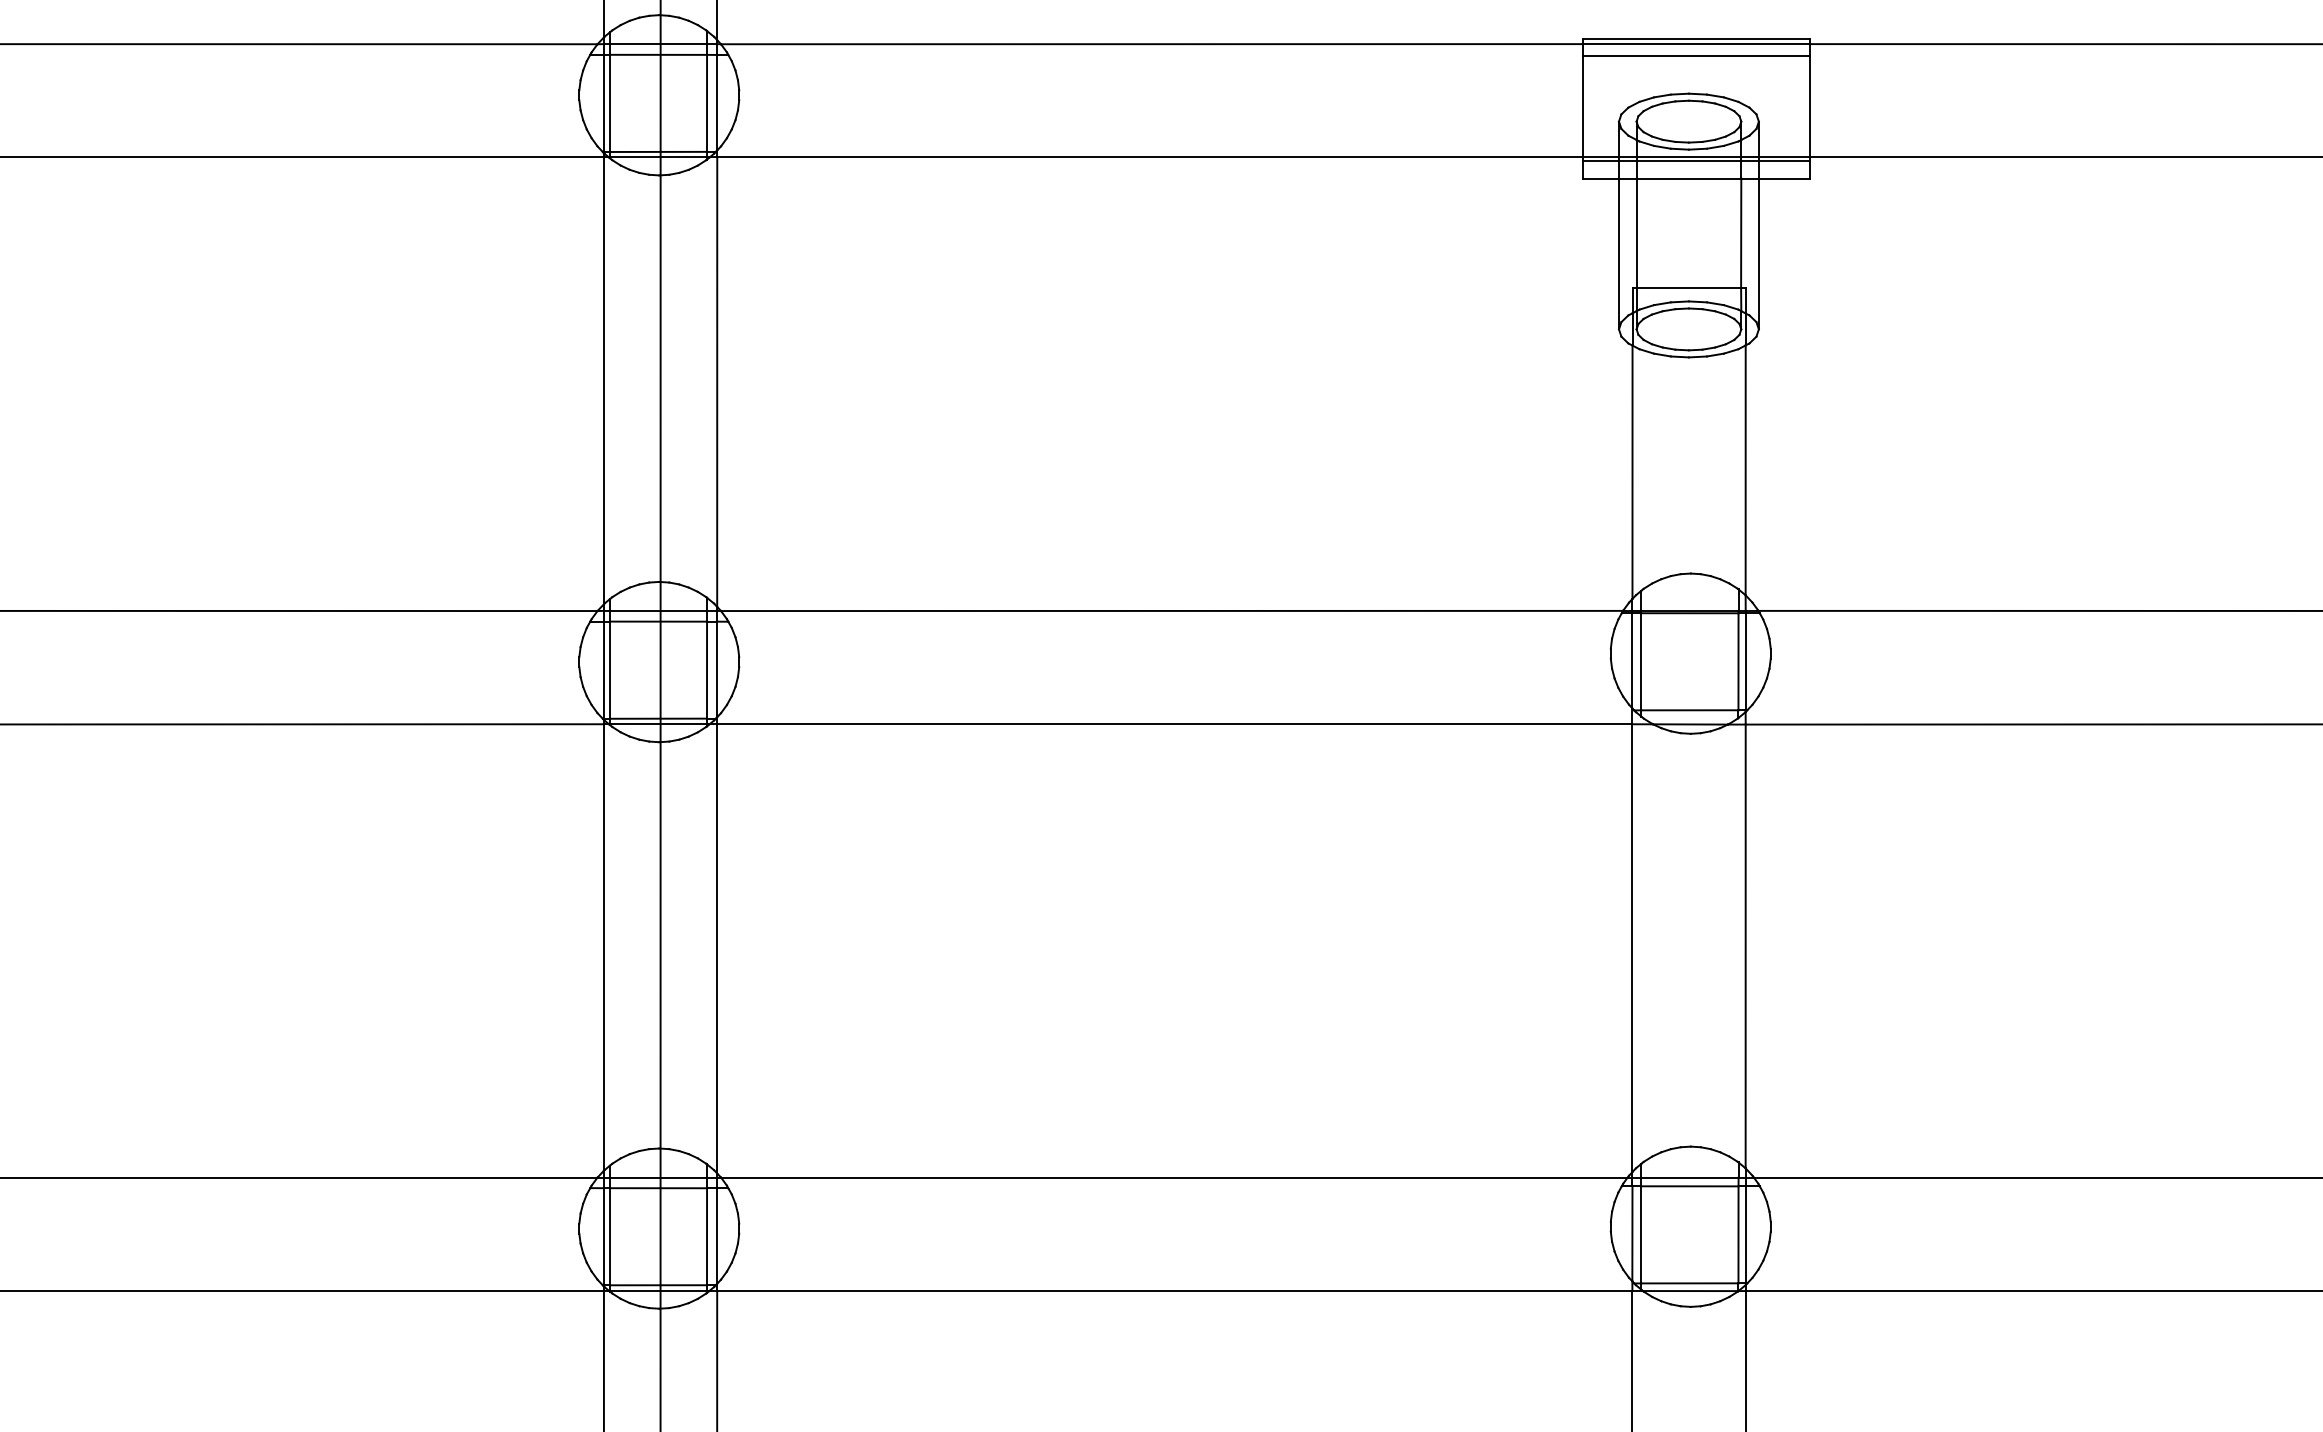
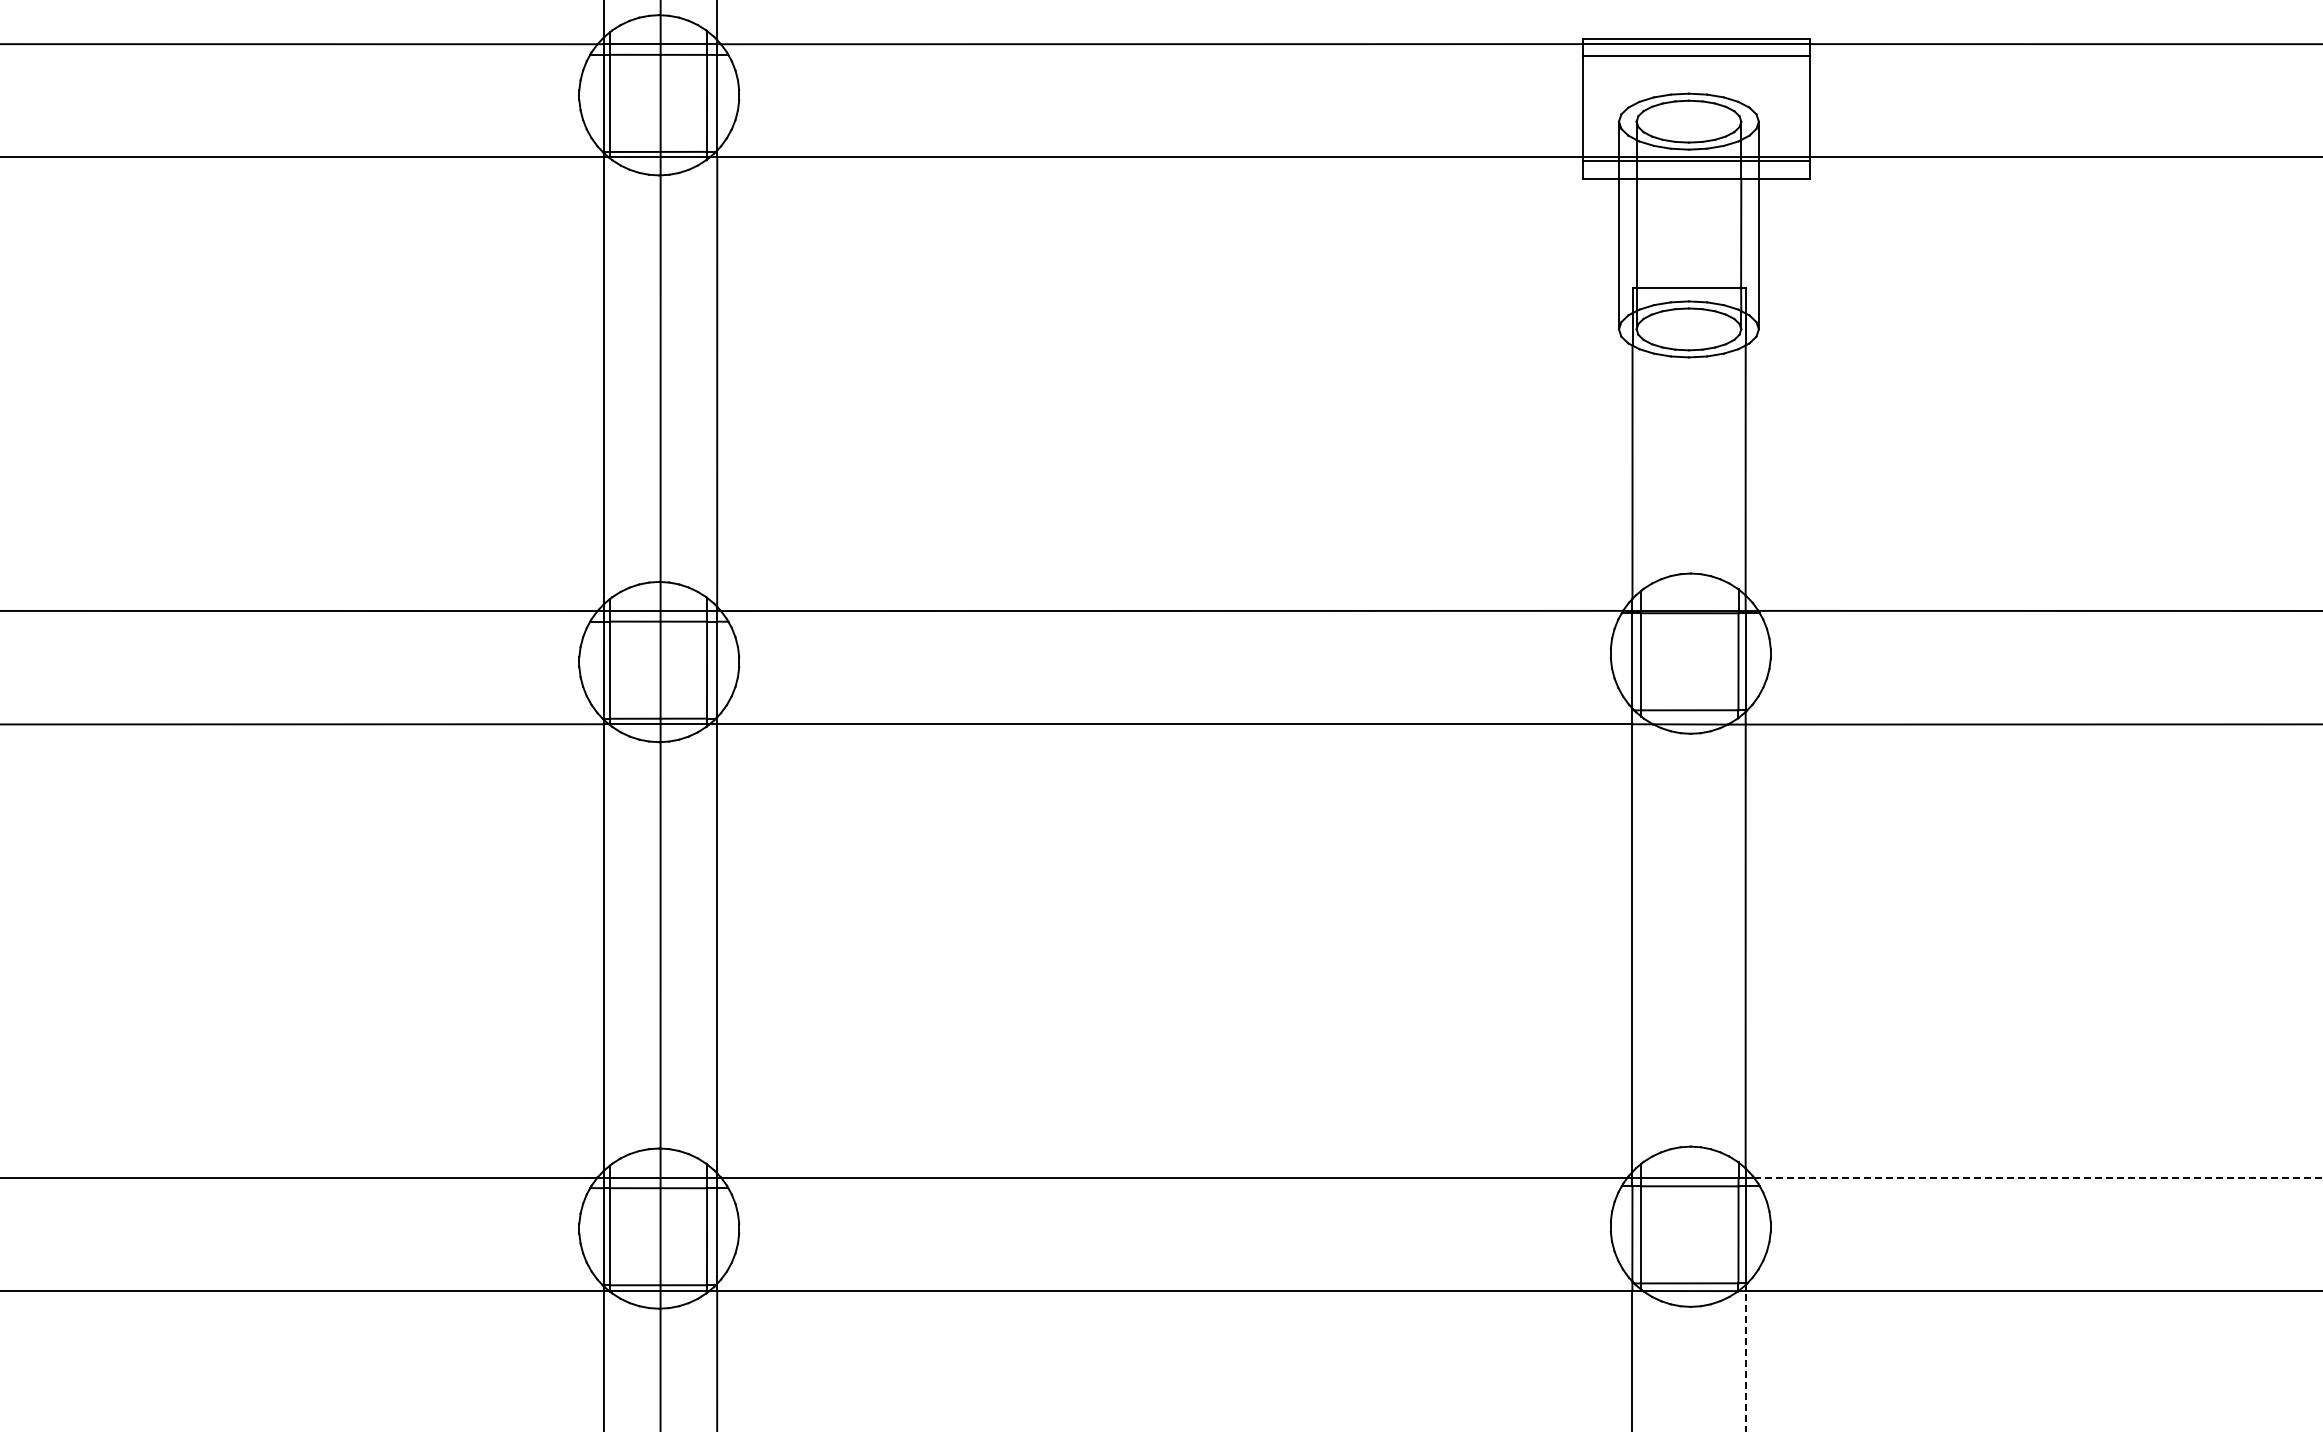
line at (2038, 1177): solid -> dashed
line at (1745, 1360): solid -> dashed
